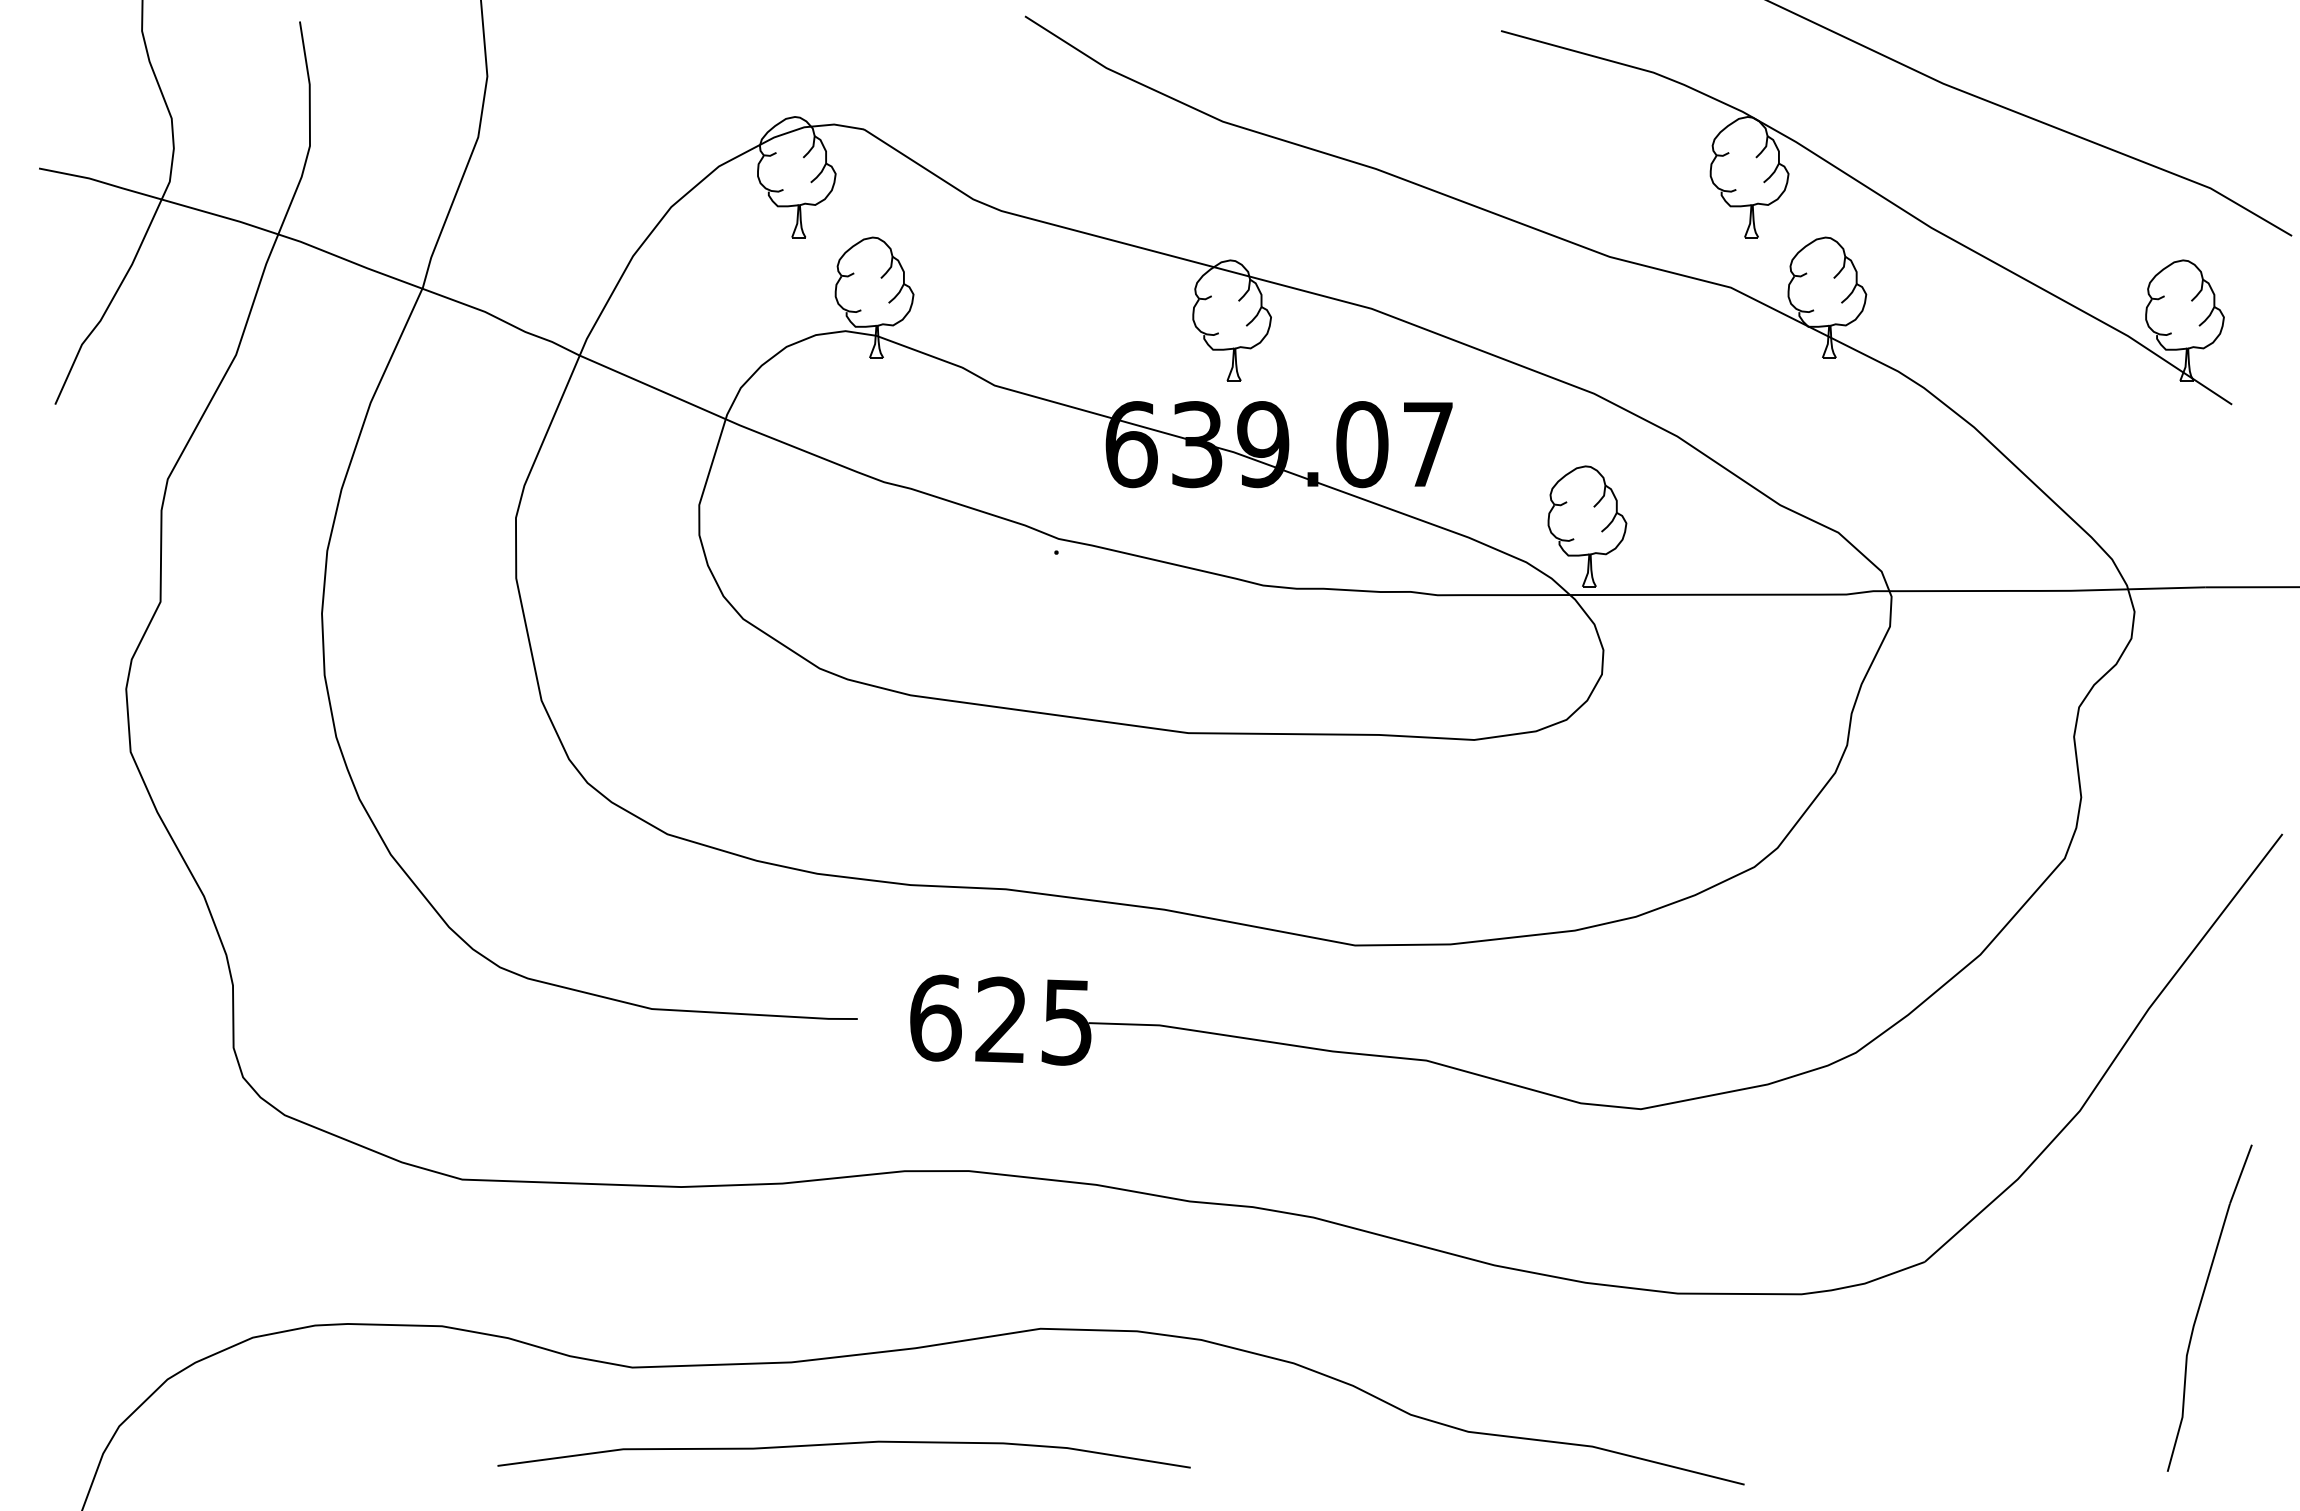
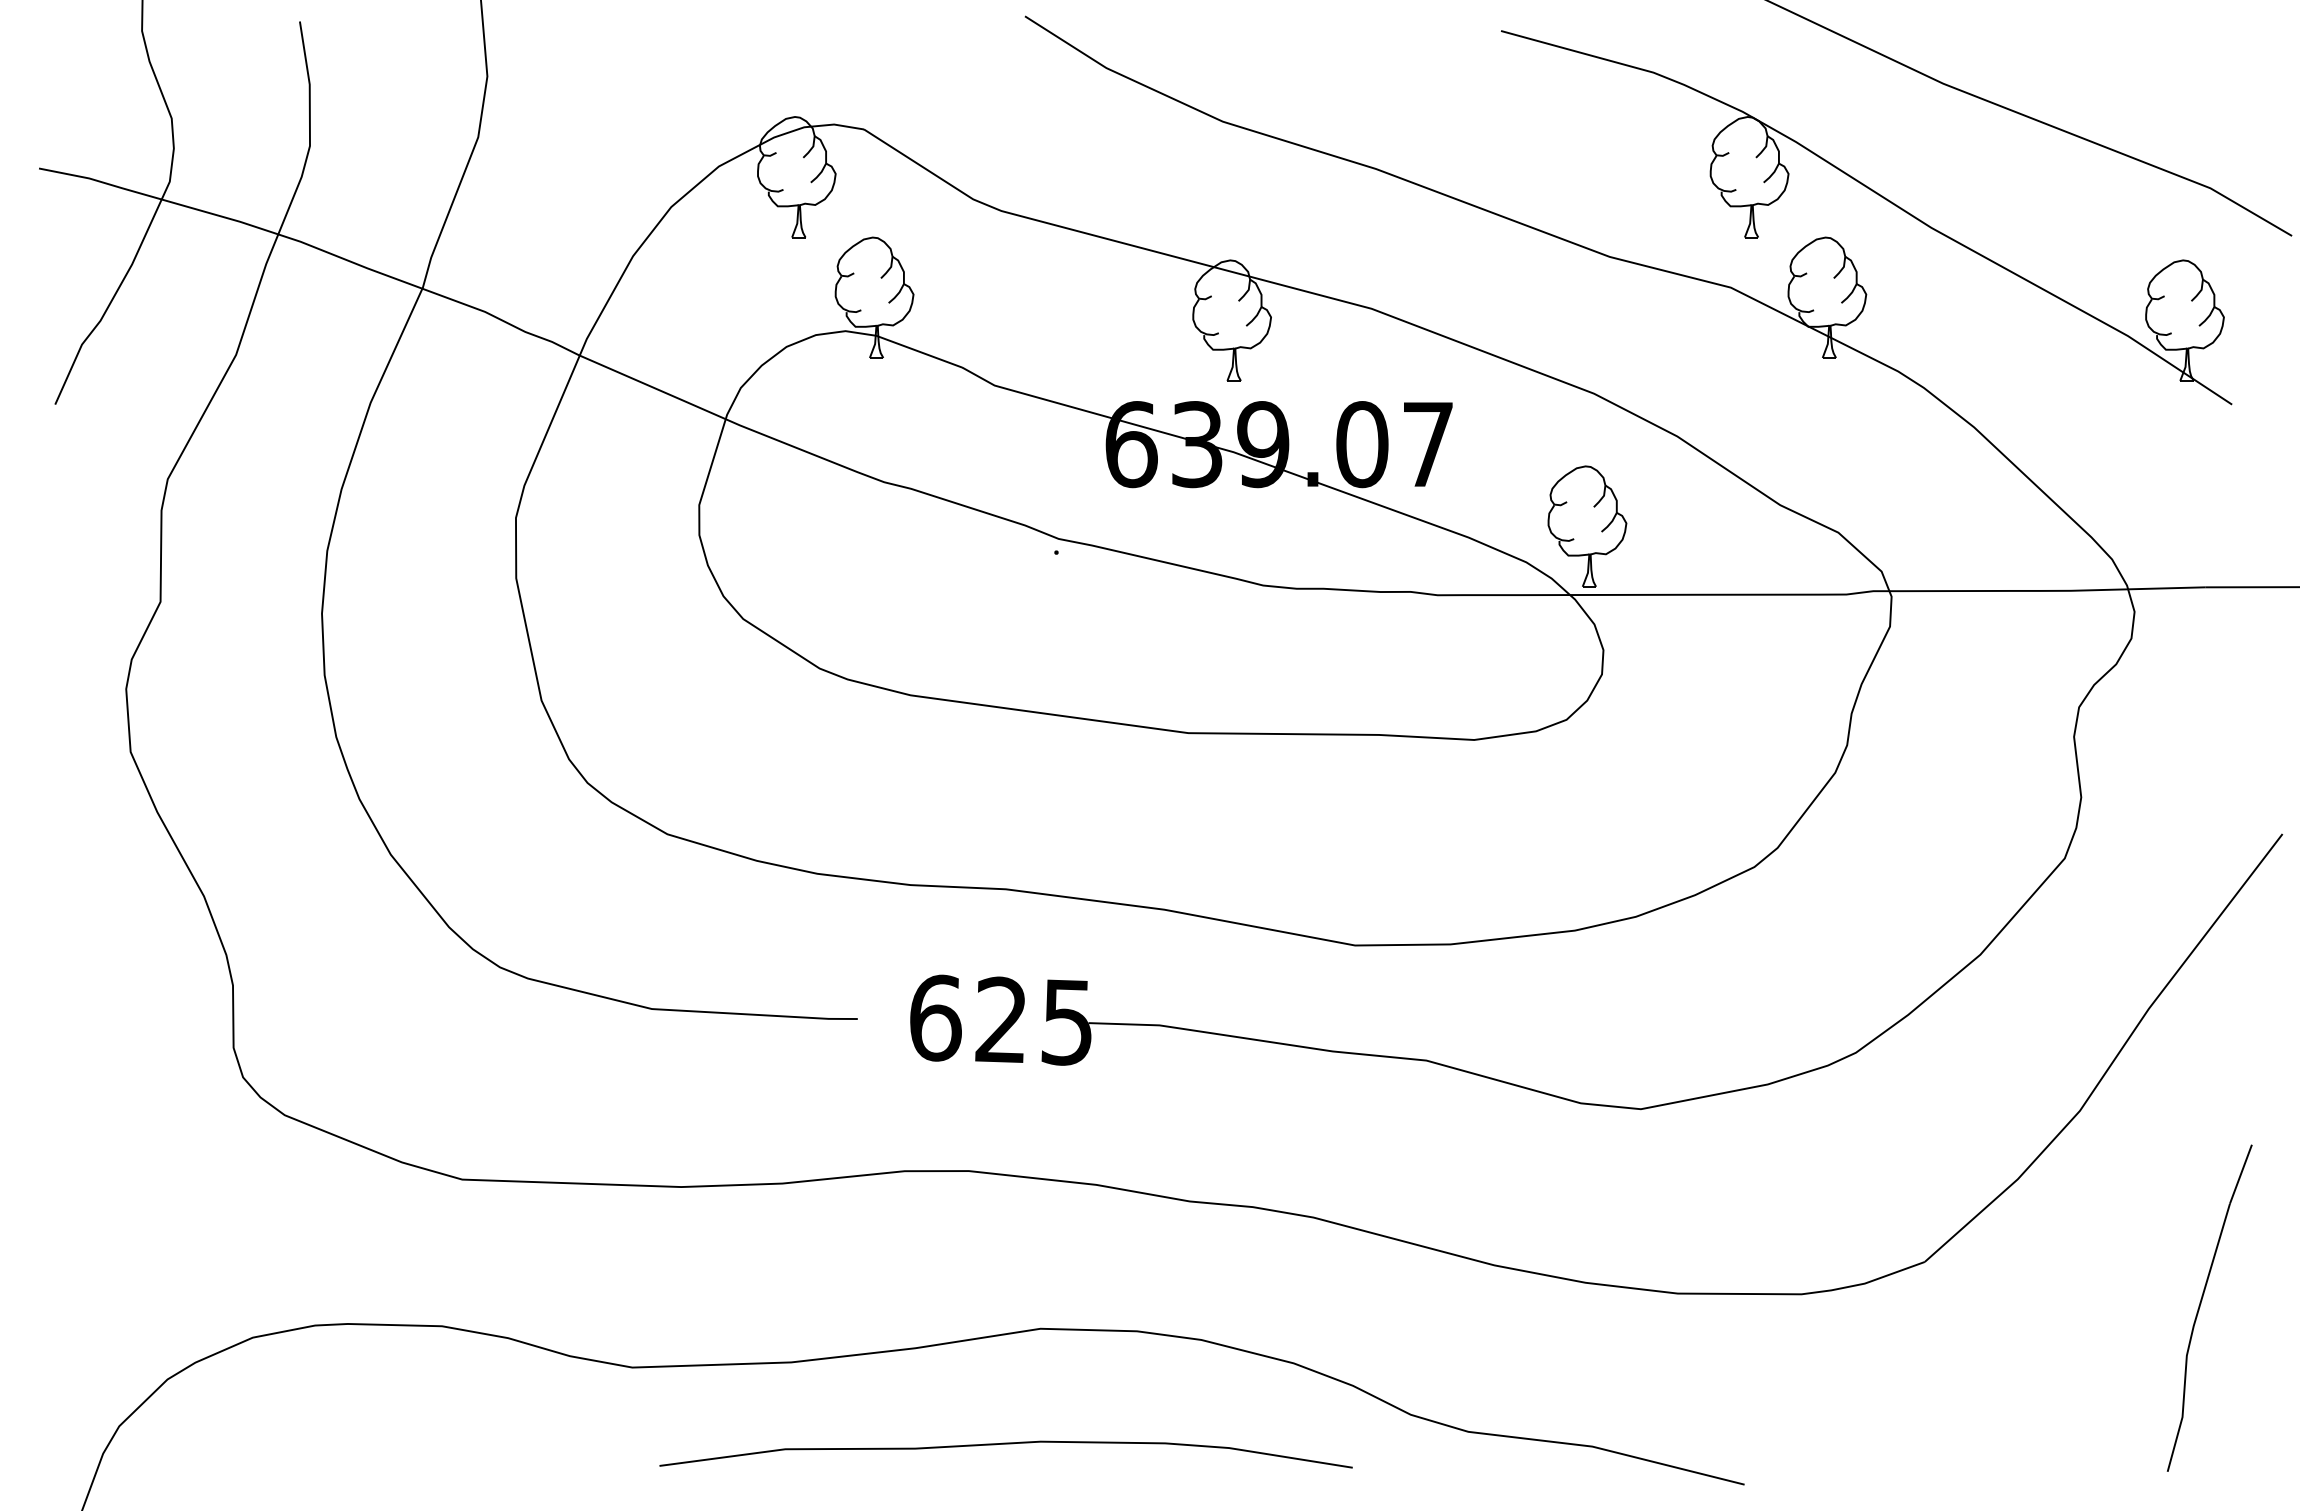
curve at (843, 1444) position: (843, 1444) -> (1005, 1444)
